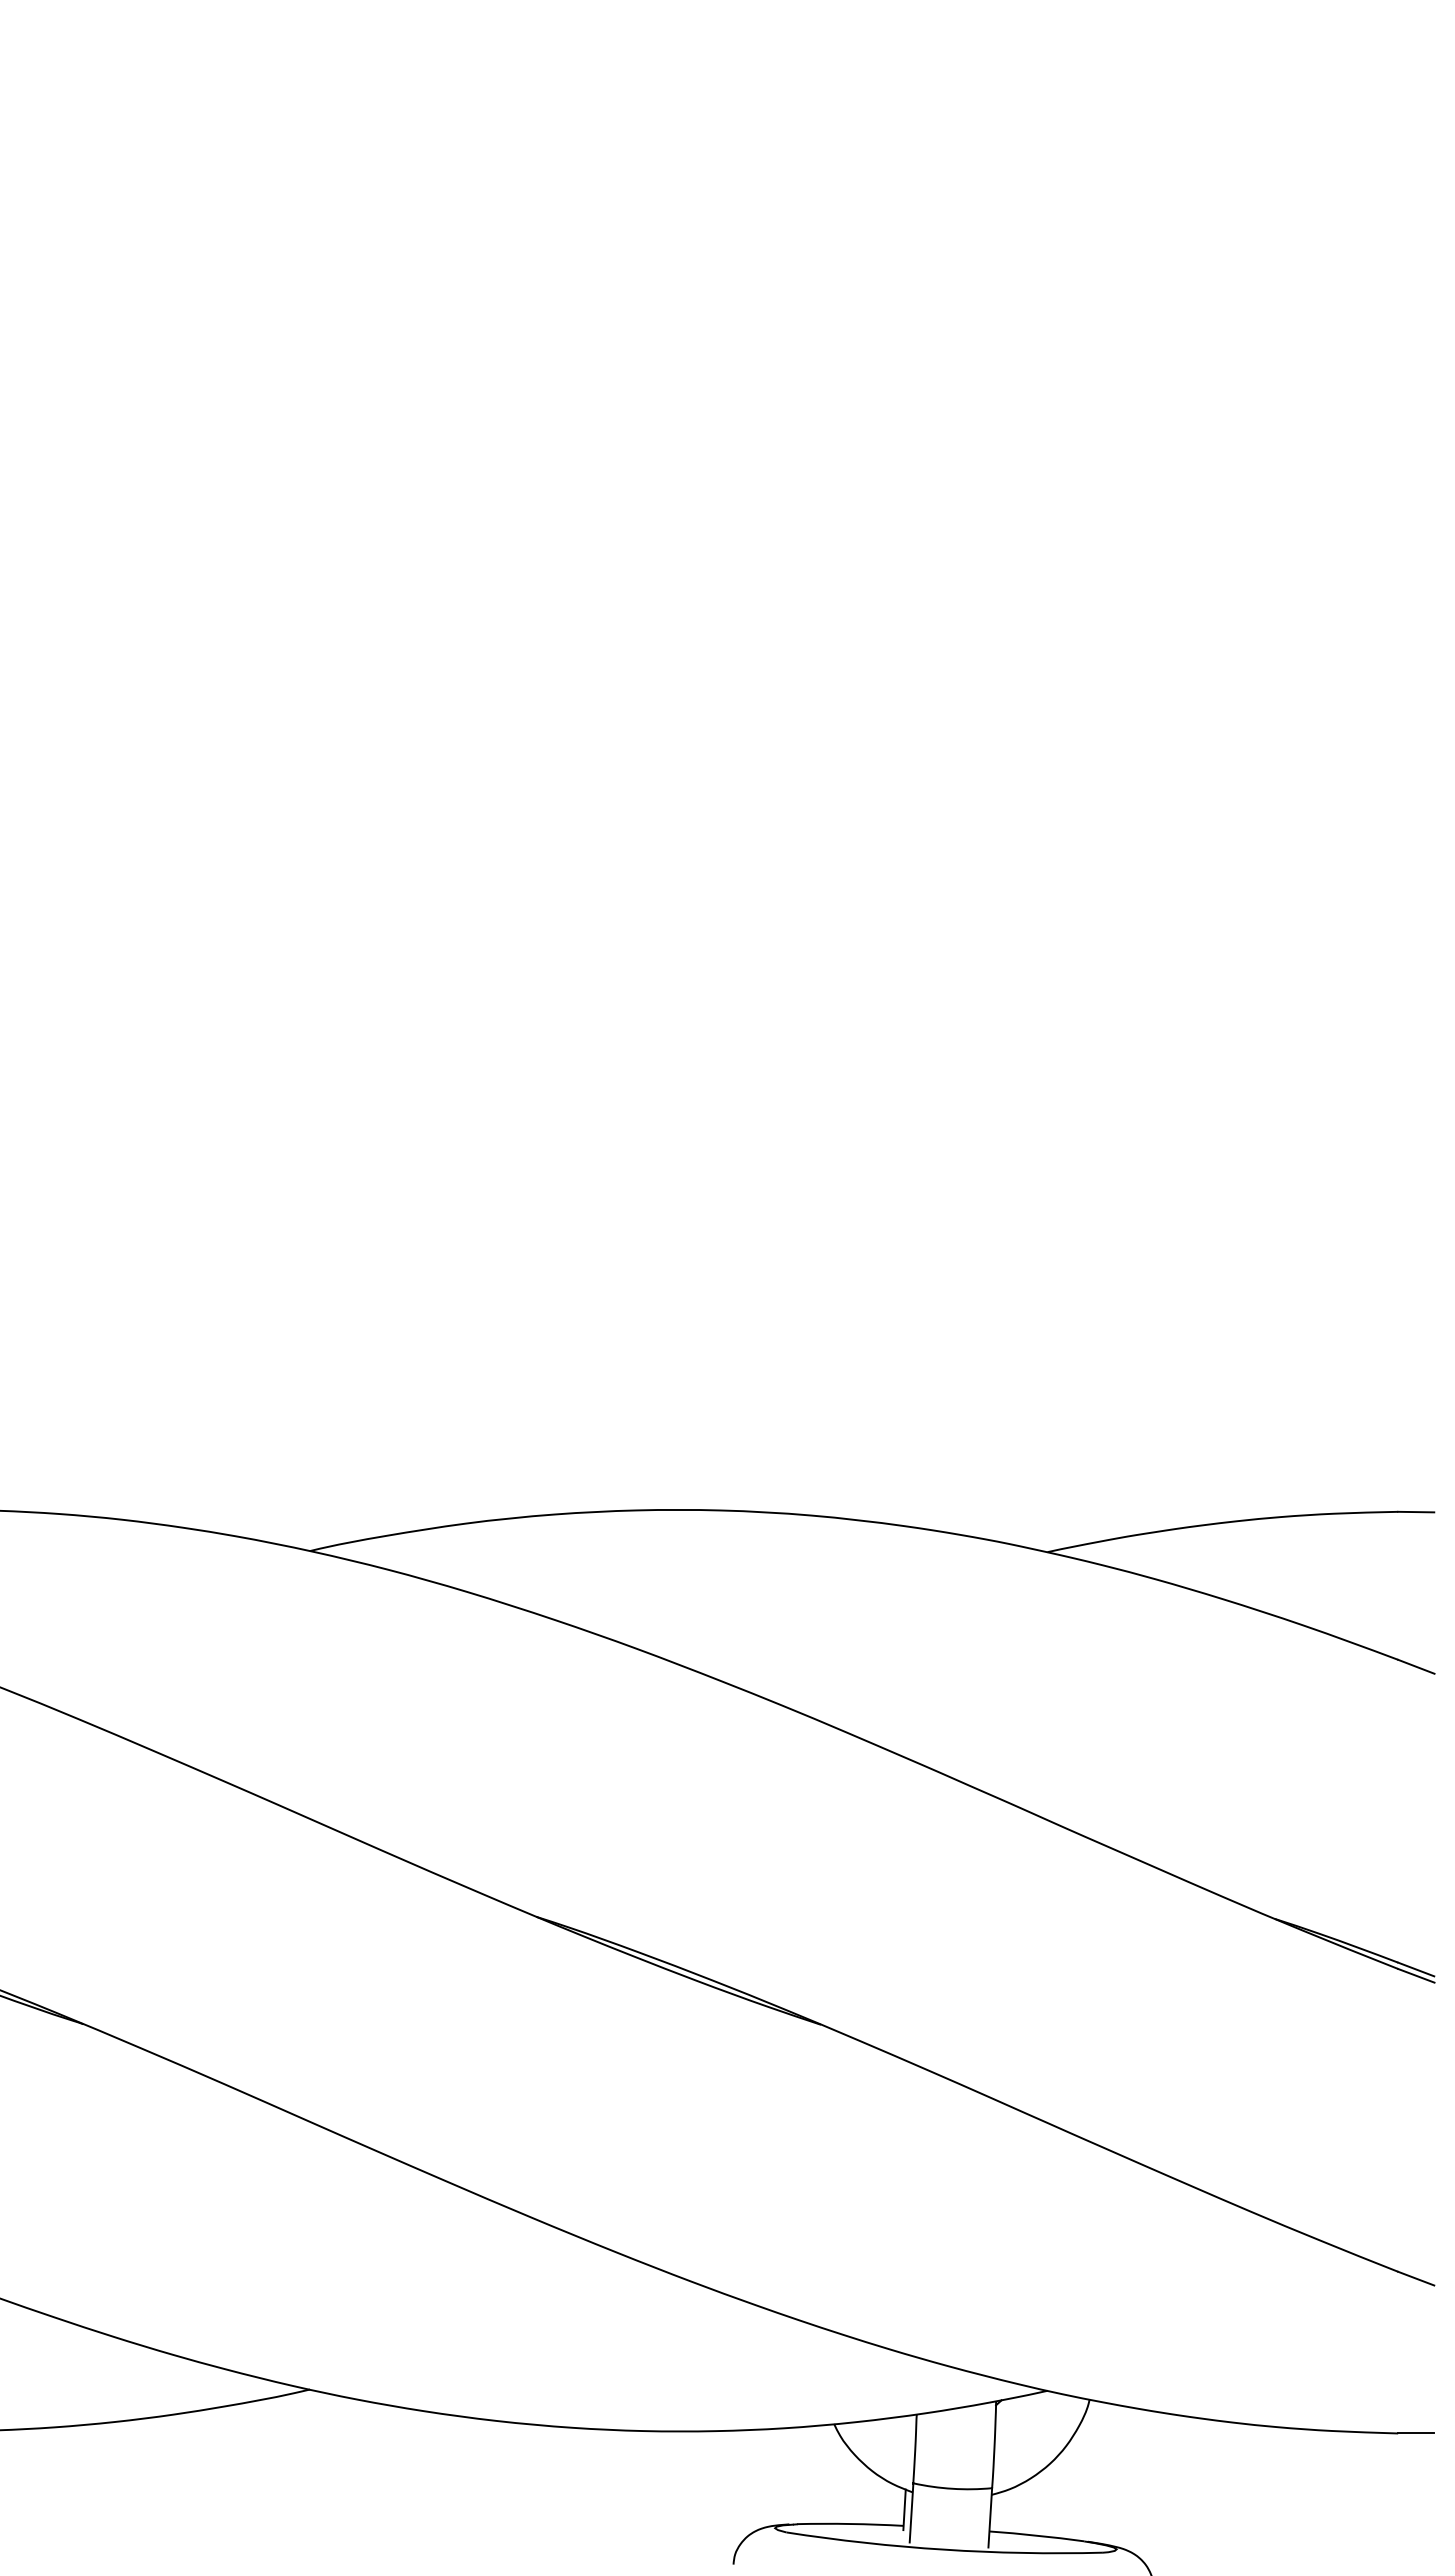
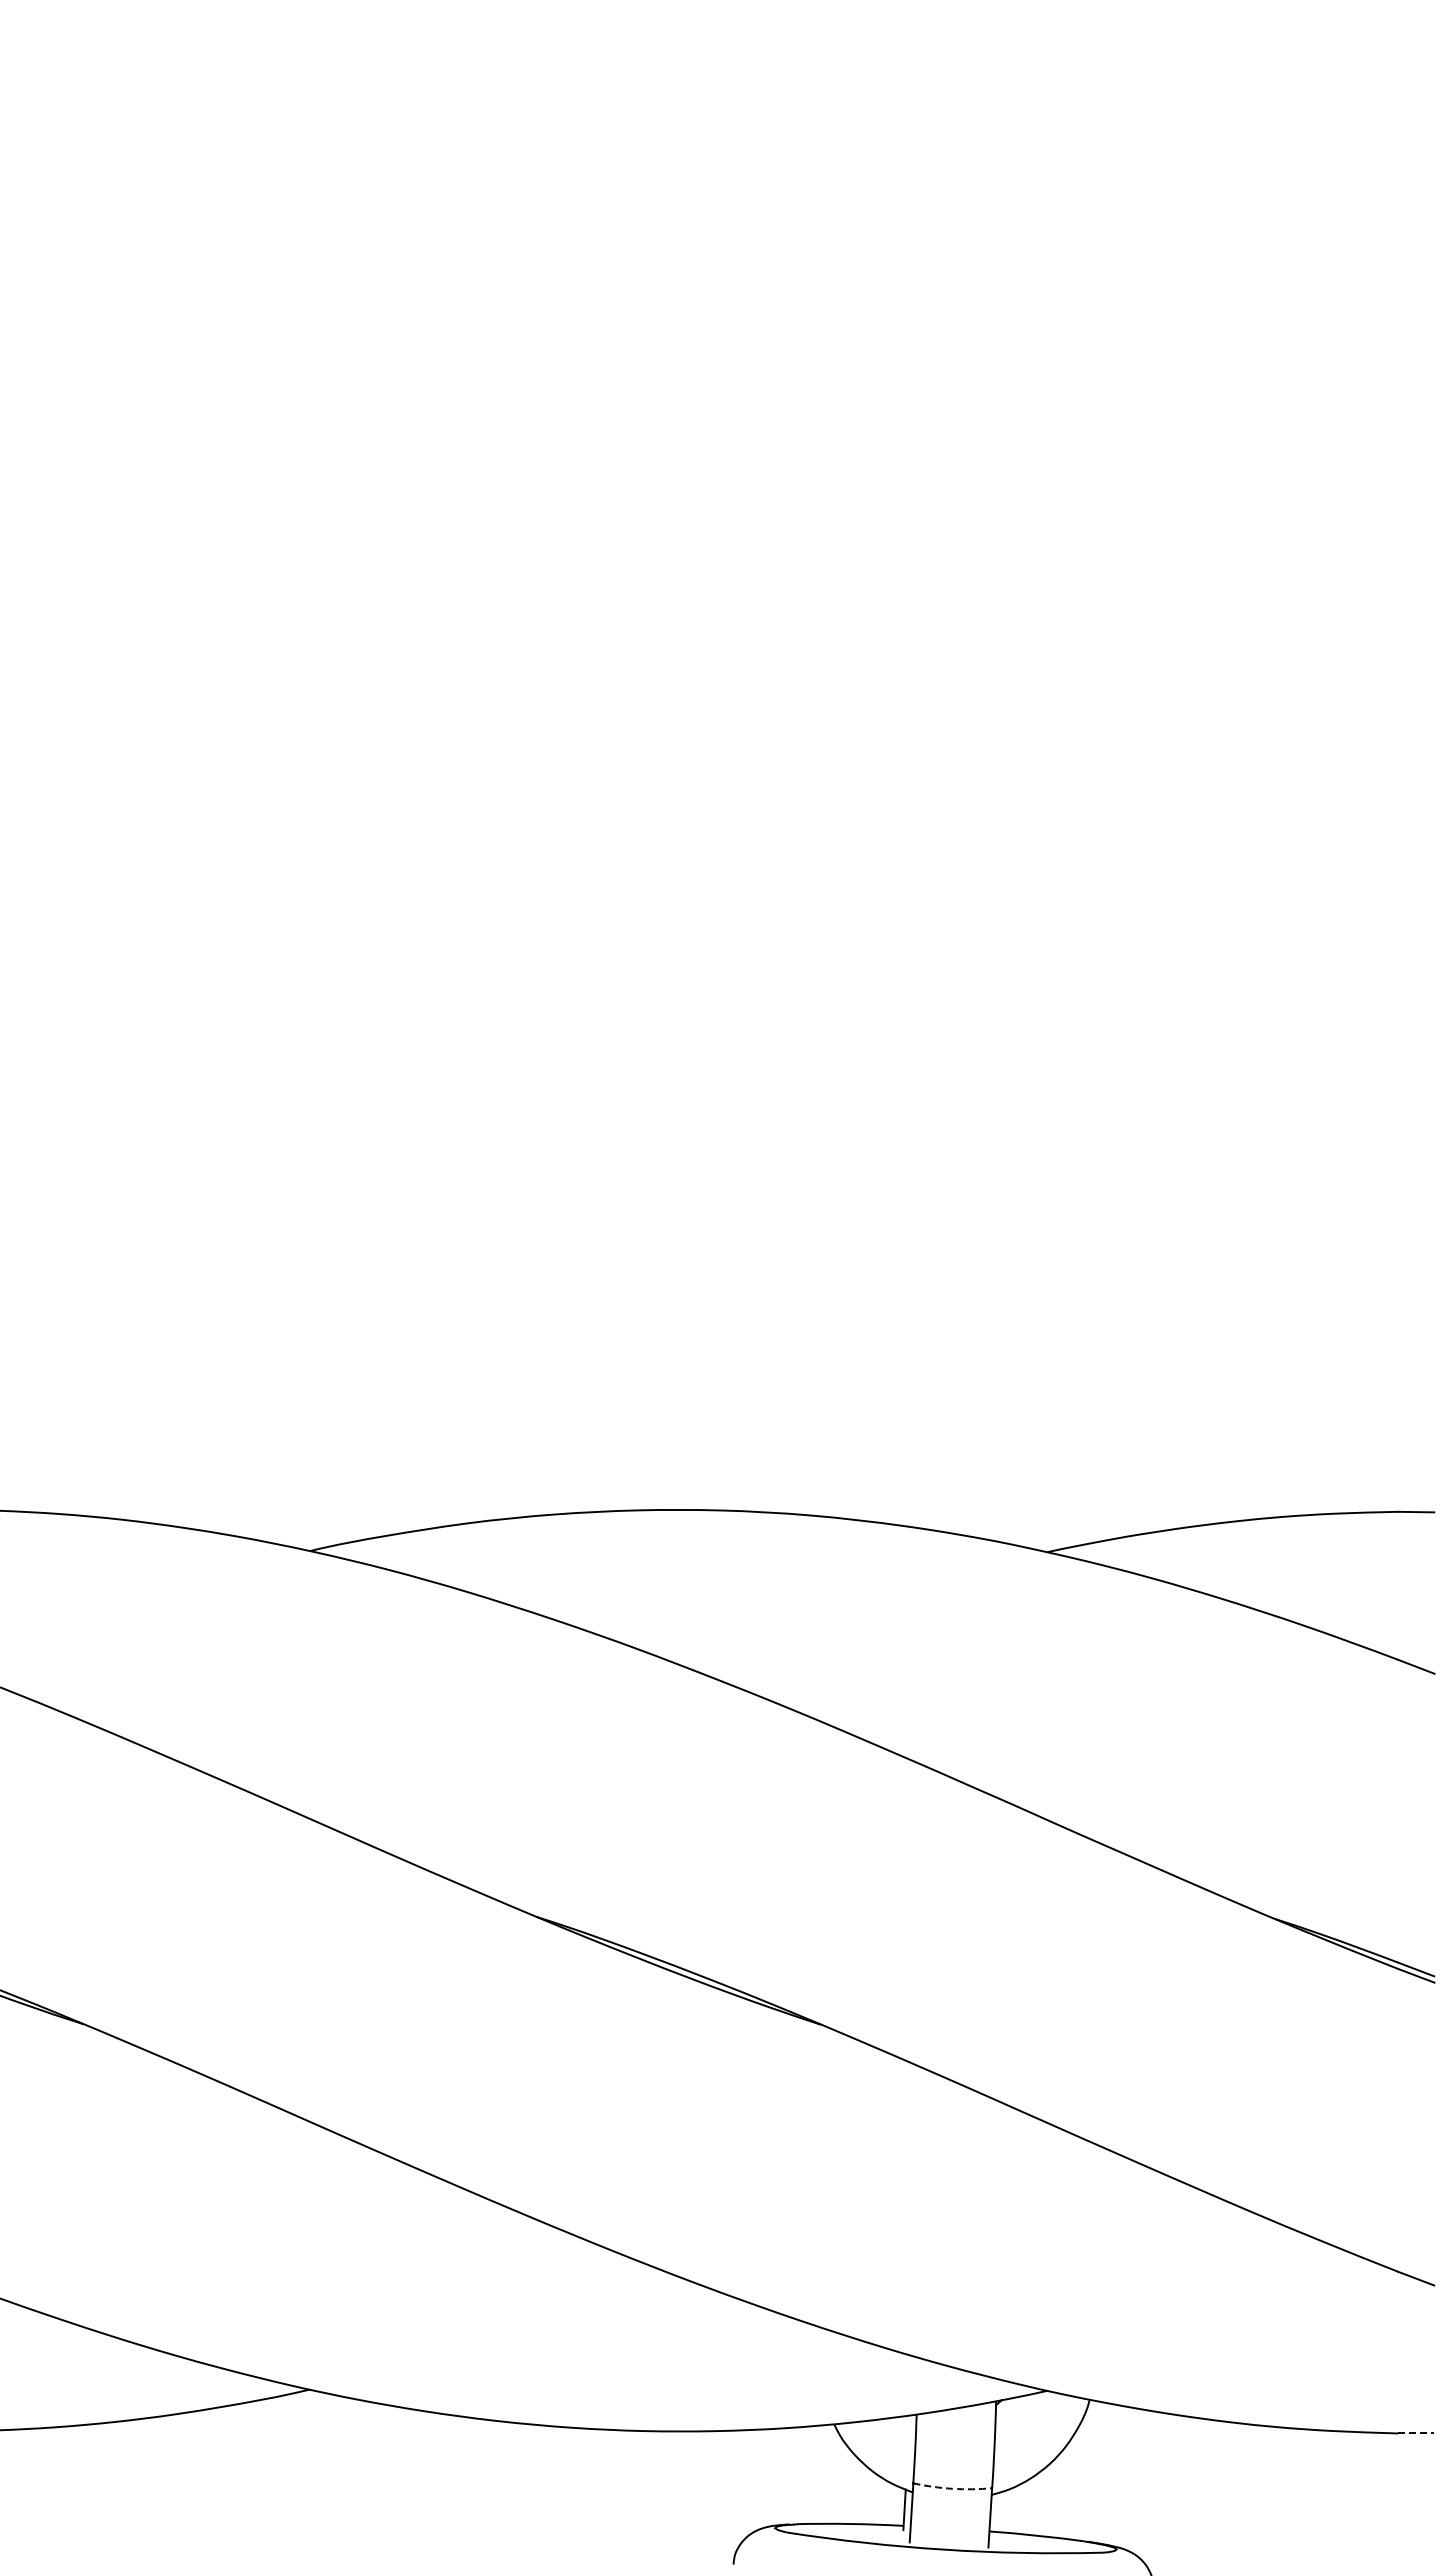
line at (1416, 2433): solid -> dashed
arc at (952, 2488): solid -> dashed
